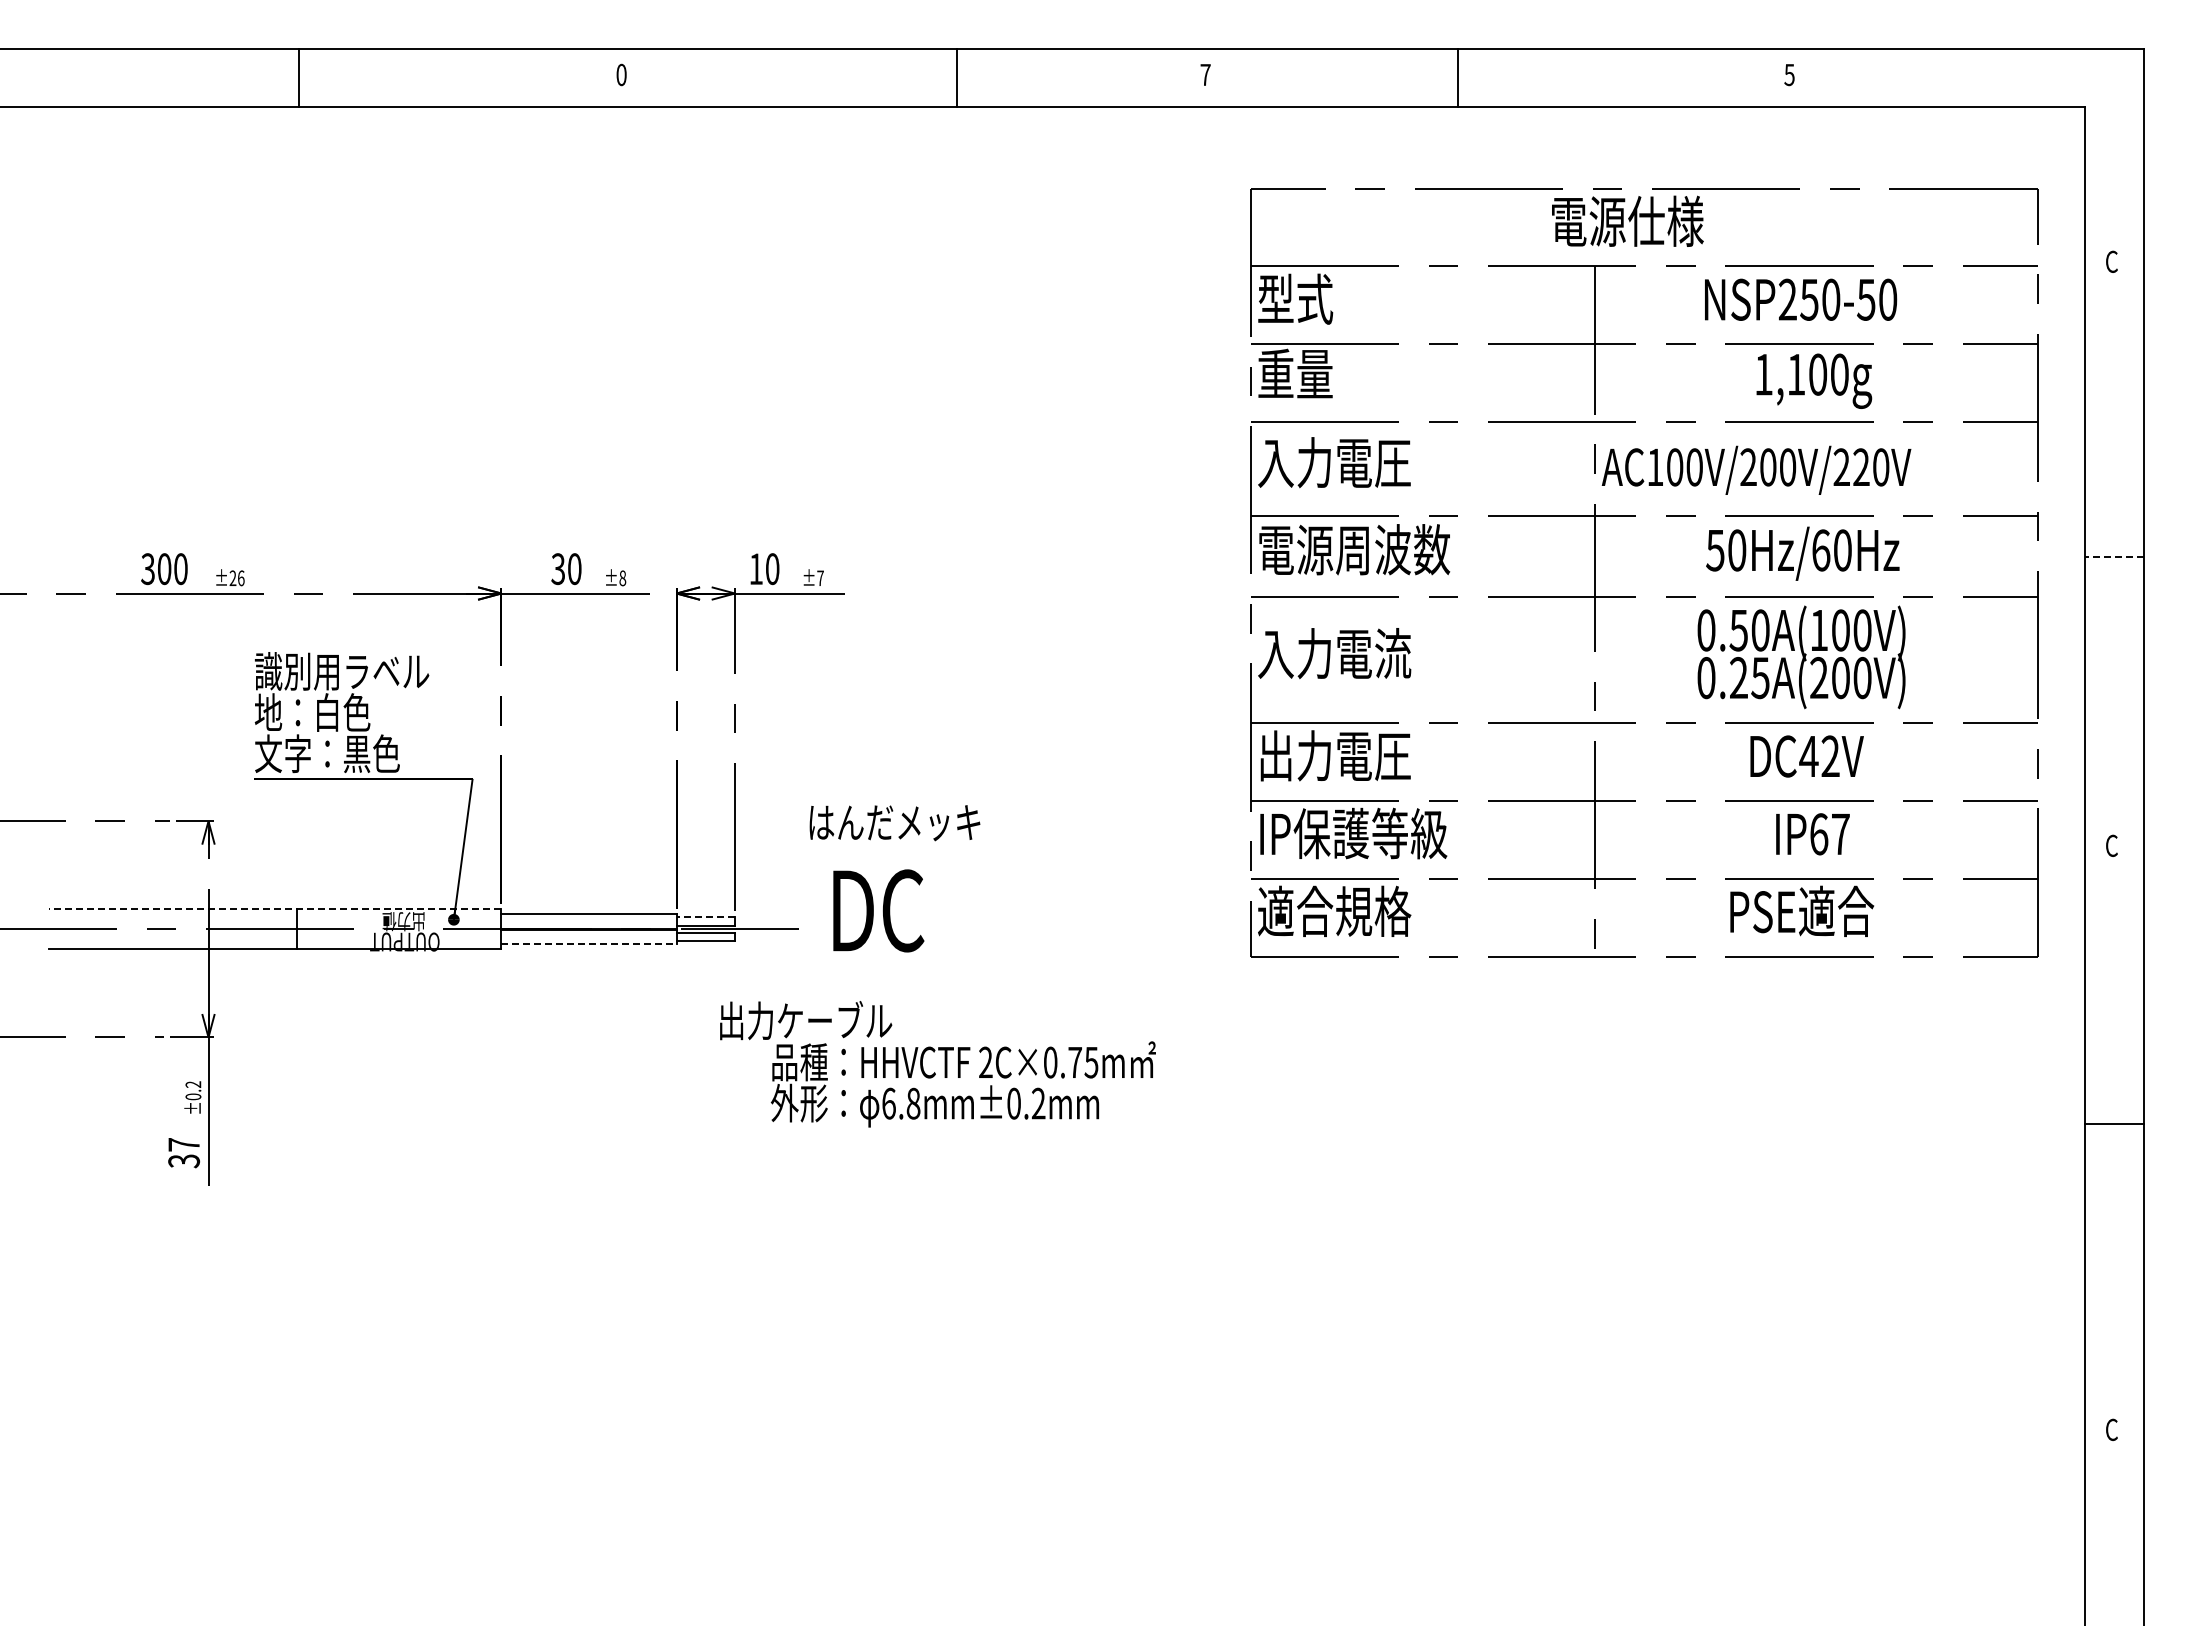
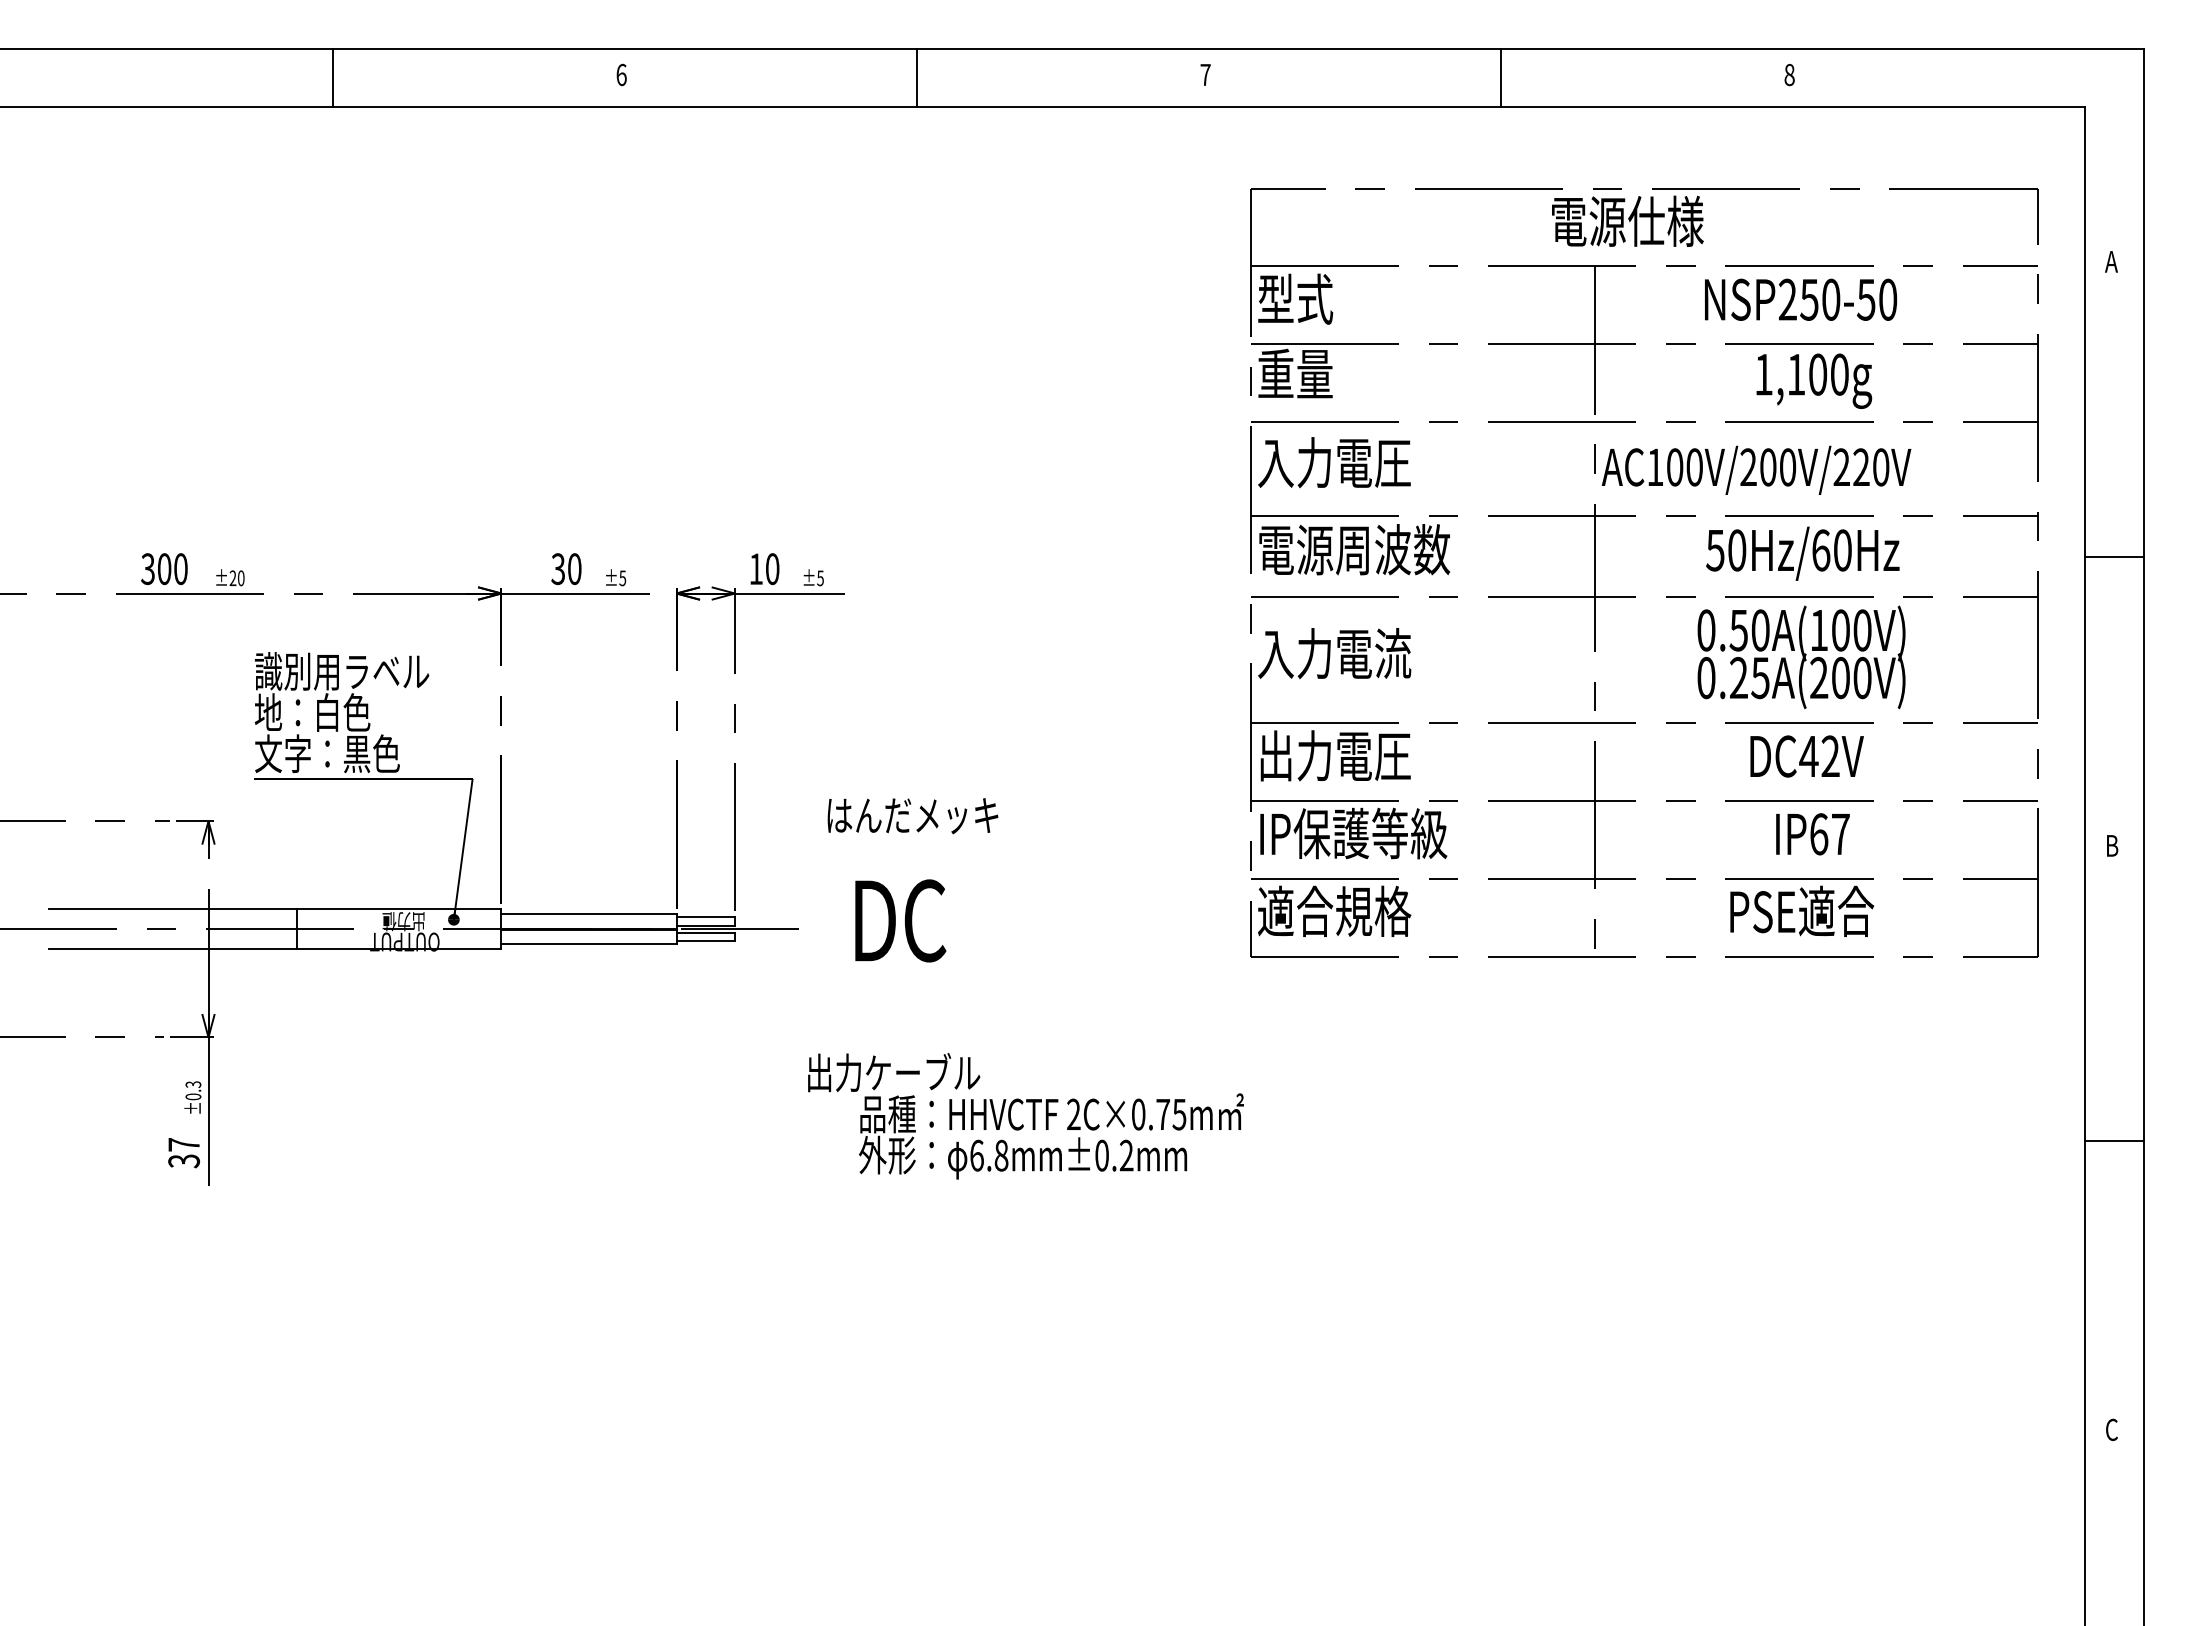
text at (621, 74): 0 -> 6
text at (1789, 74): 5 -> 8
line at (299, 77) position: (299, 77) -> (333, 77)
line at (957, 77) position: (957, 77) -> (917, 77)
line at (1458, 77) position: (1458, 77) -> (1501, 77)
text at (2111, 261): C -> A
line at (2114, 556): dashed -> solid
text at (241, 577): ±26 -> ±20
text at (622, 578): ±8 -> ±5
text at (820, 578): ±7 -> ±5
text at (894, 823) position: (894, 823) -> (912, 816)
text at (2112, 845): C -> B
line at (274, 909): dashed -> solid
text at (878, 910) position: (878, 910) -> (900, 920)
line at (705, 917): dashed -> solid
line at (589, 944): dashed -> solid
text at (937, 1064) position: (937, 1064) -> (1025, 1116)
text at (193, 1084): ±0.2 -> ±0.3
line at (2114, 1123) position: (2114, 1123) -> (2114, 1140)
